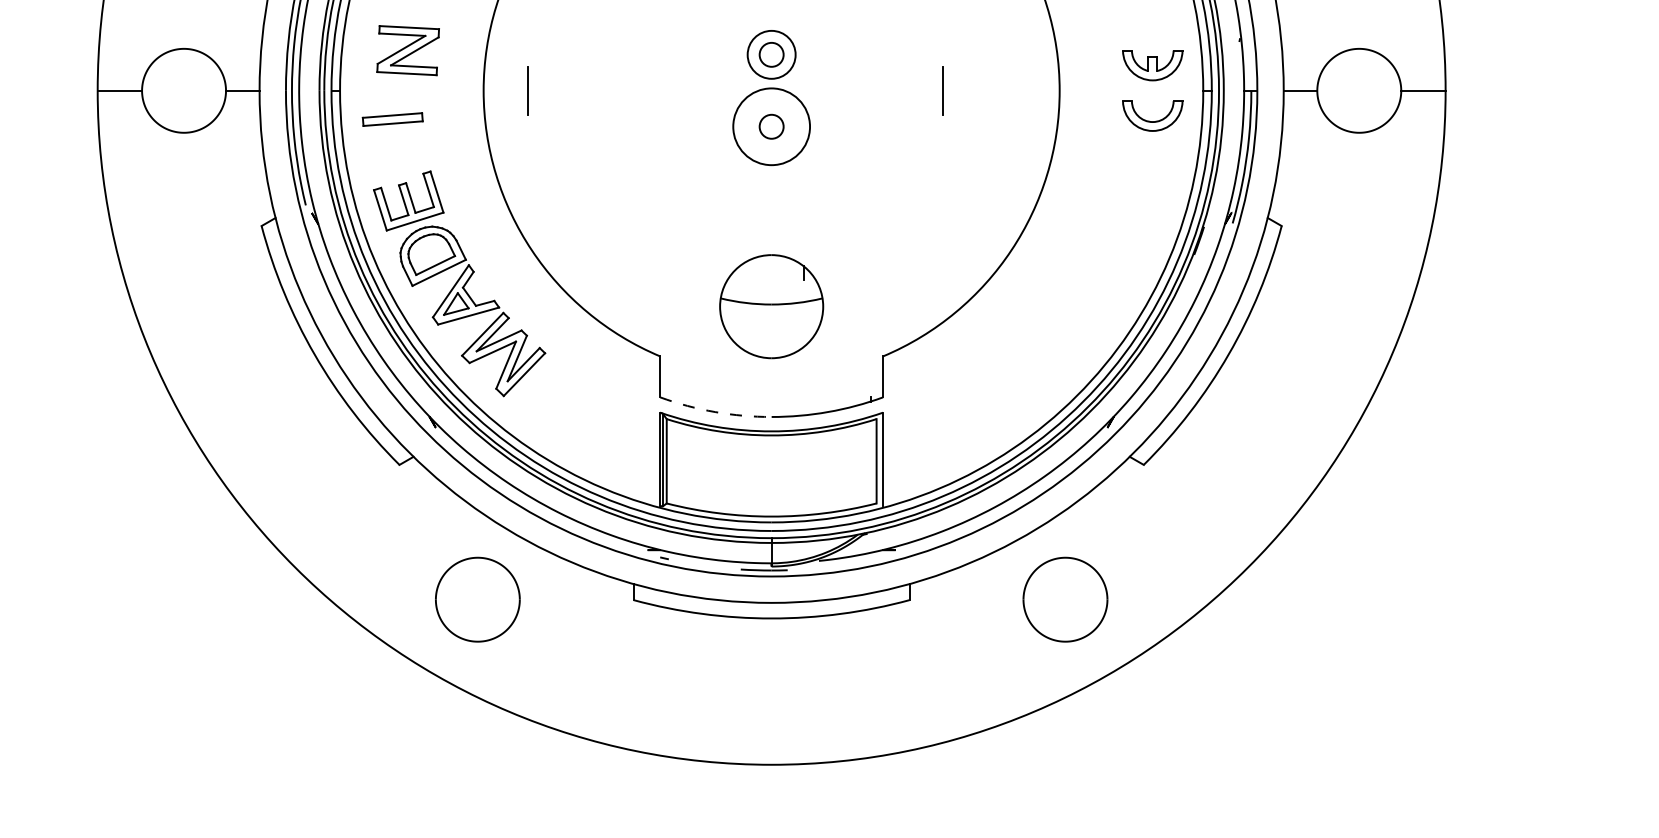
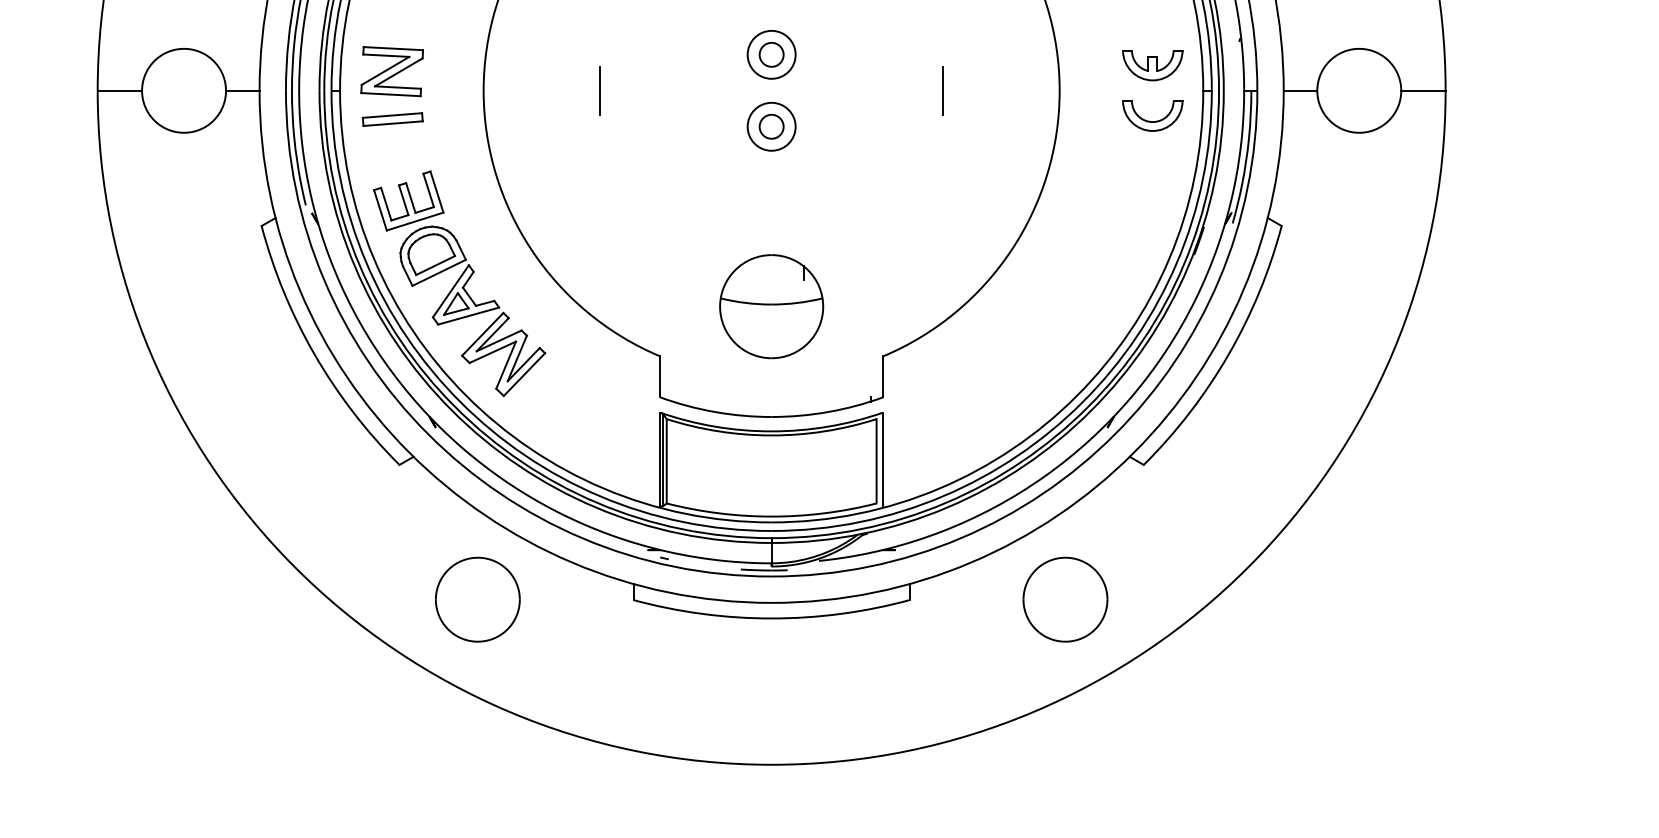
part at (407, 50) position: (407, 50) -> (391, 71)
line at (527, 90) position: (527, 90) -> (599, 90)
circle at (771, 126) diameter: 77 px -> 48 px
arc at (715, 412): dashed -> solid
